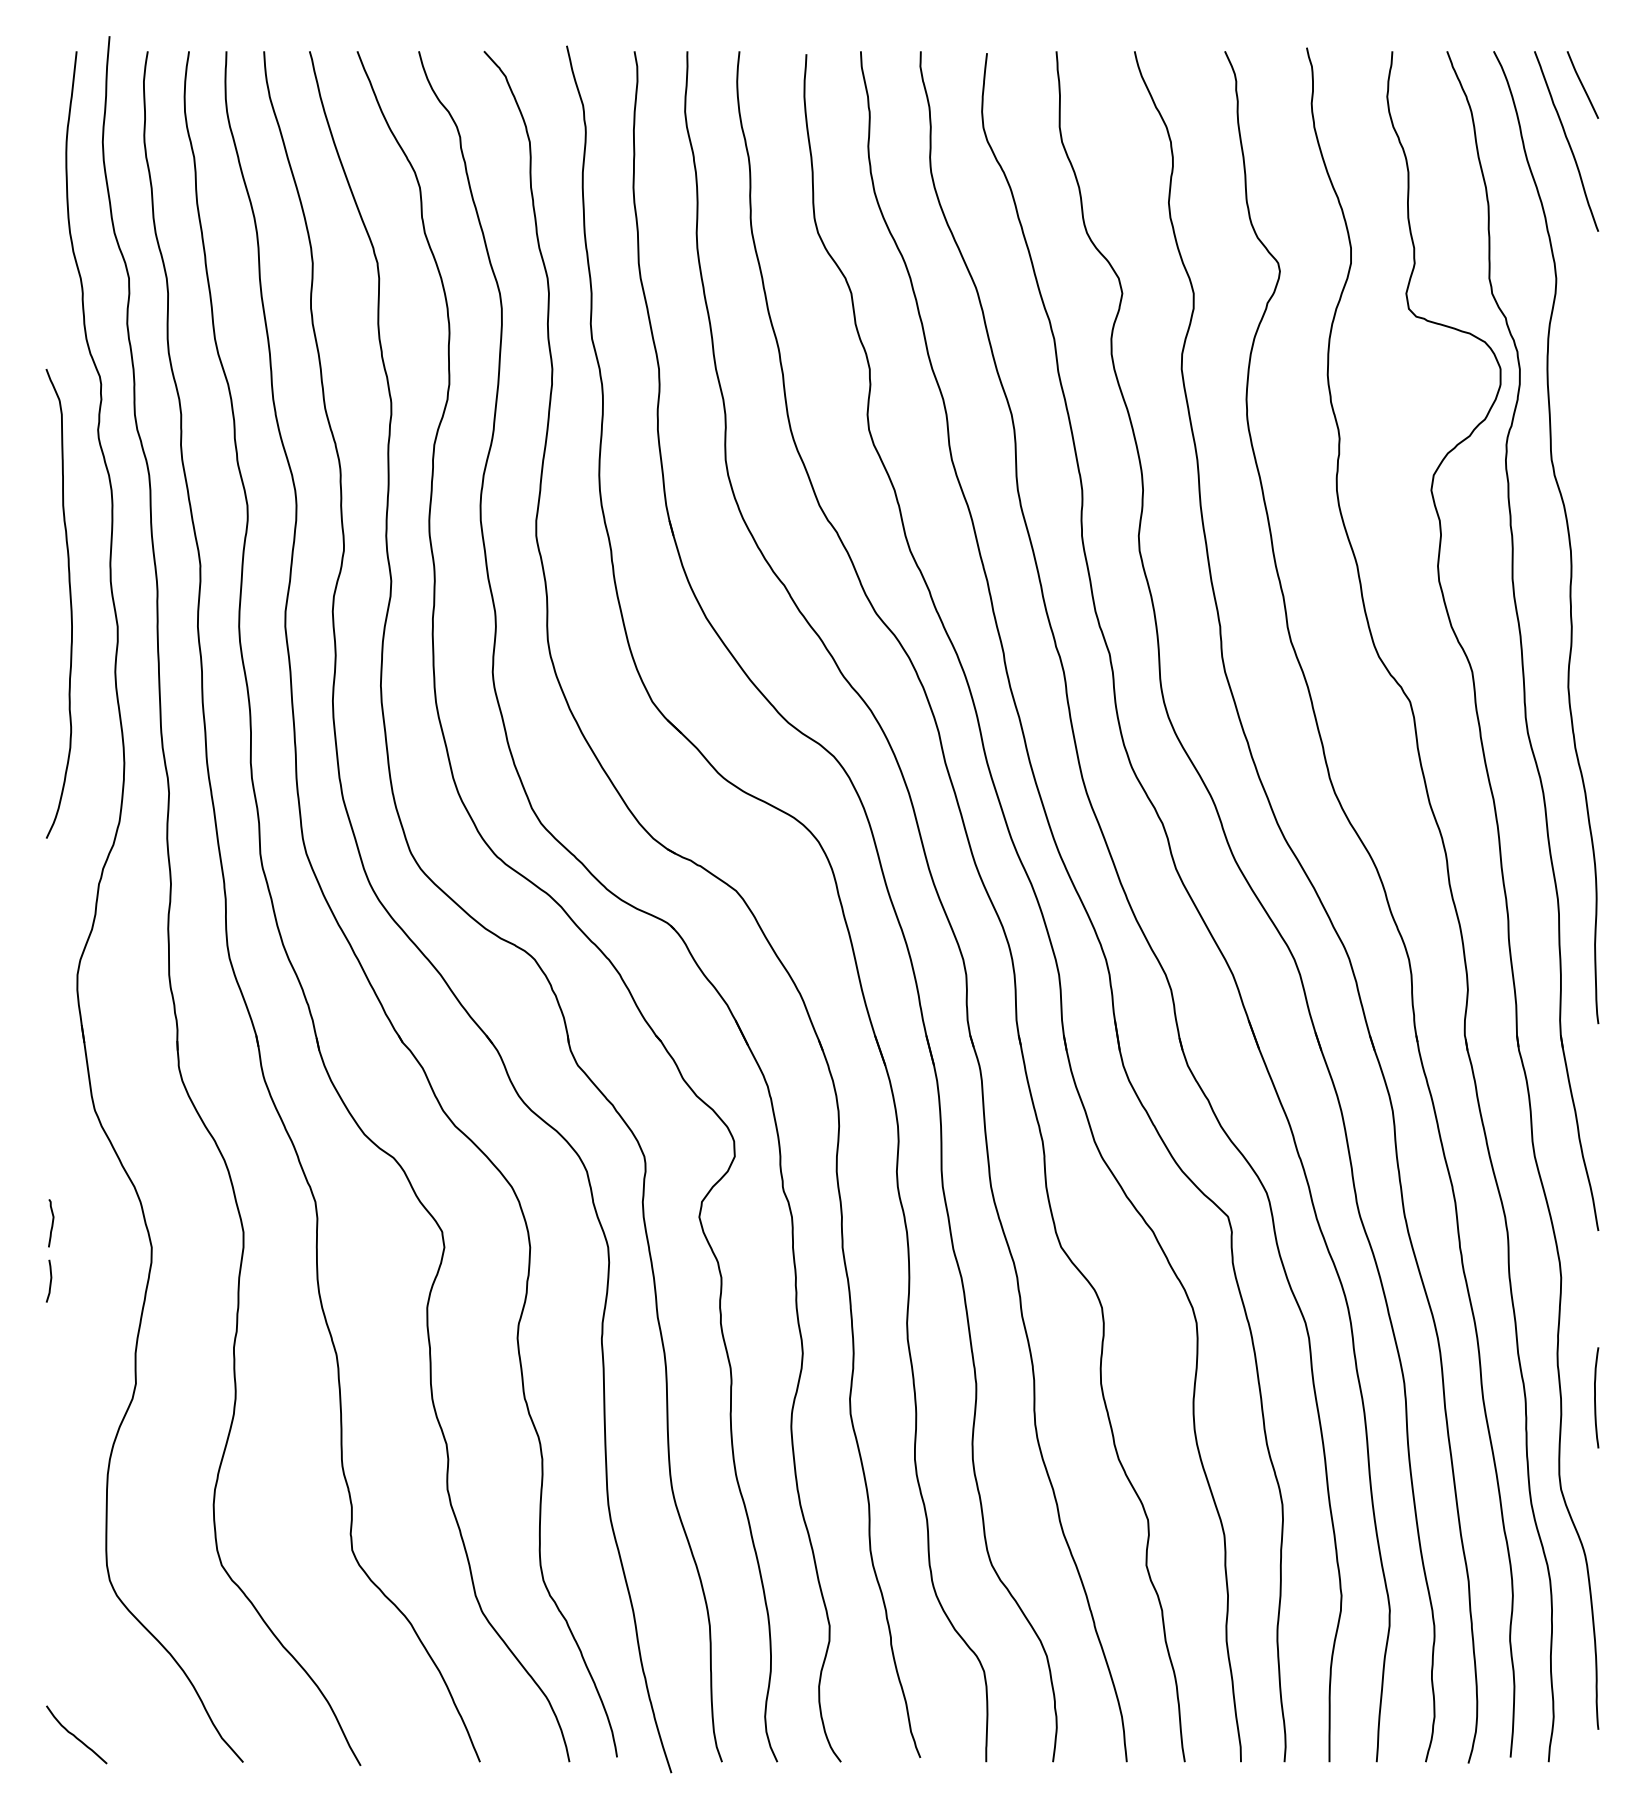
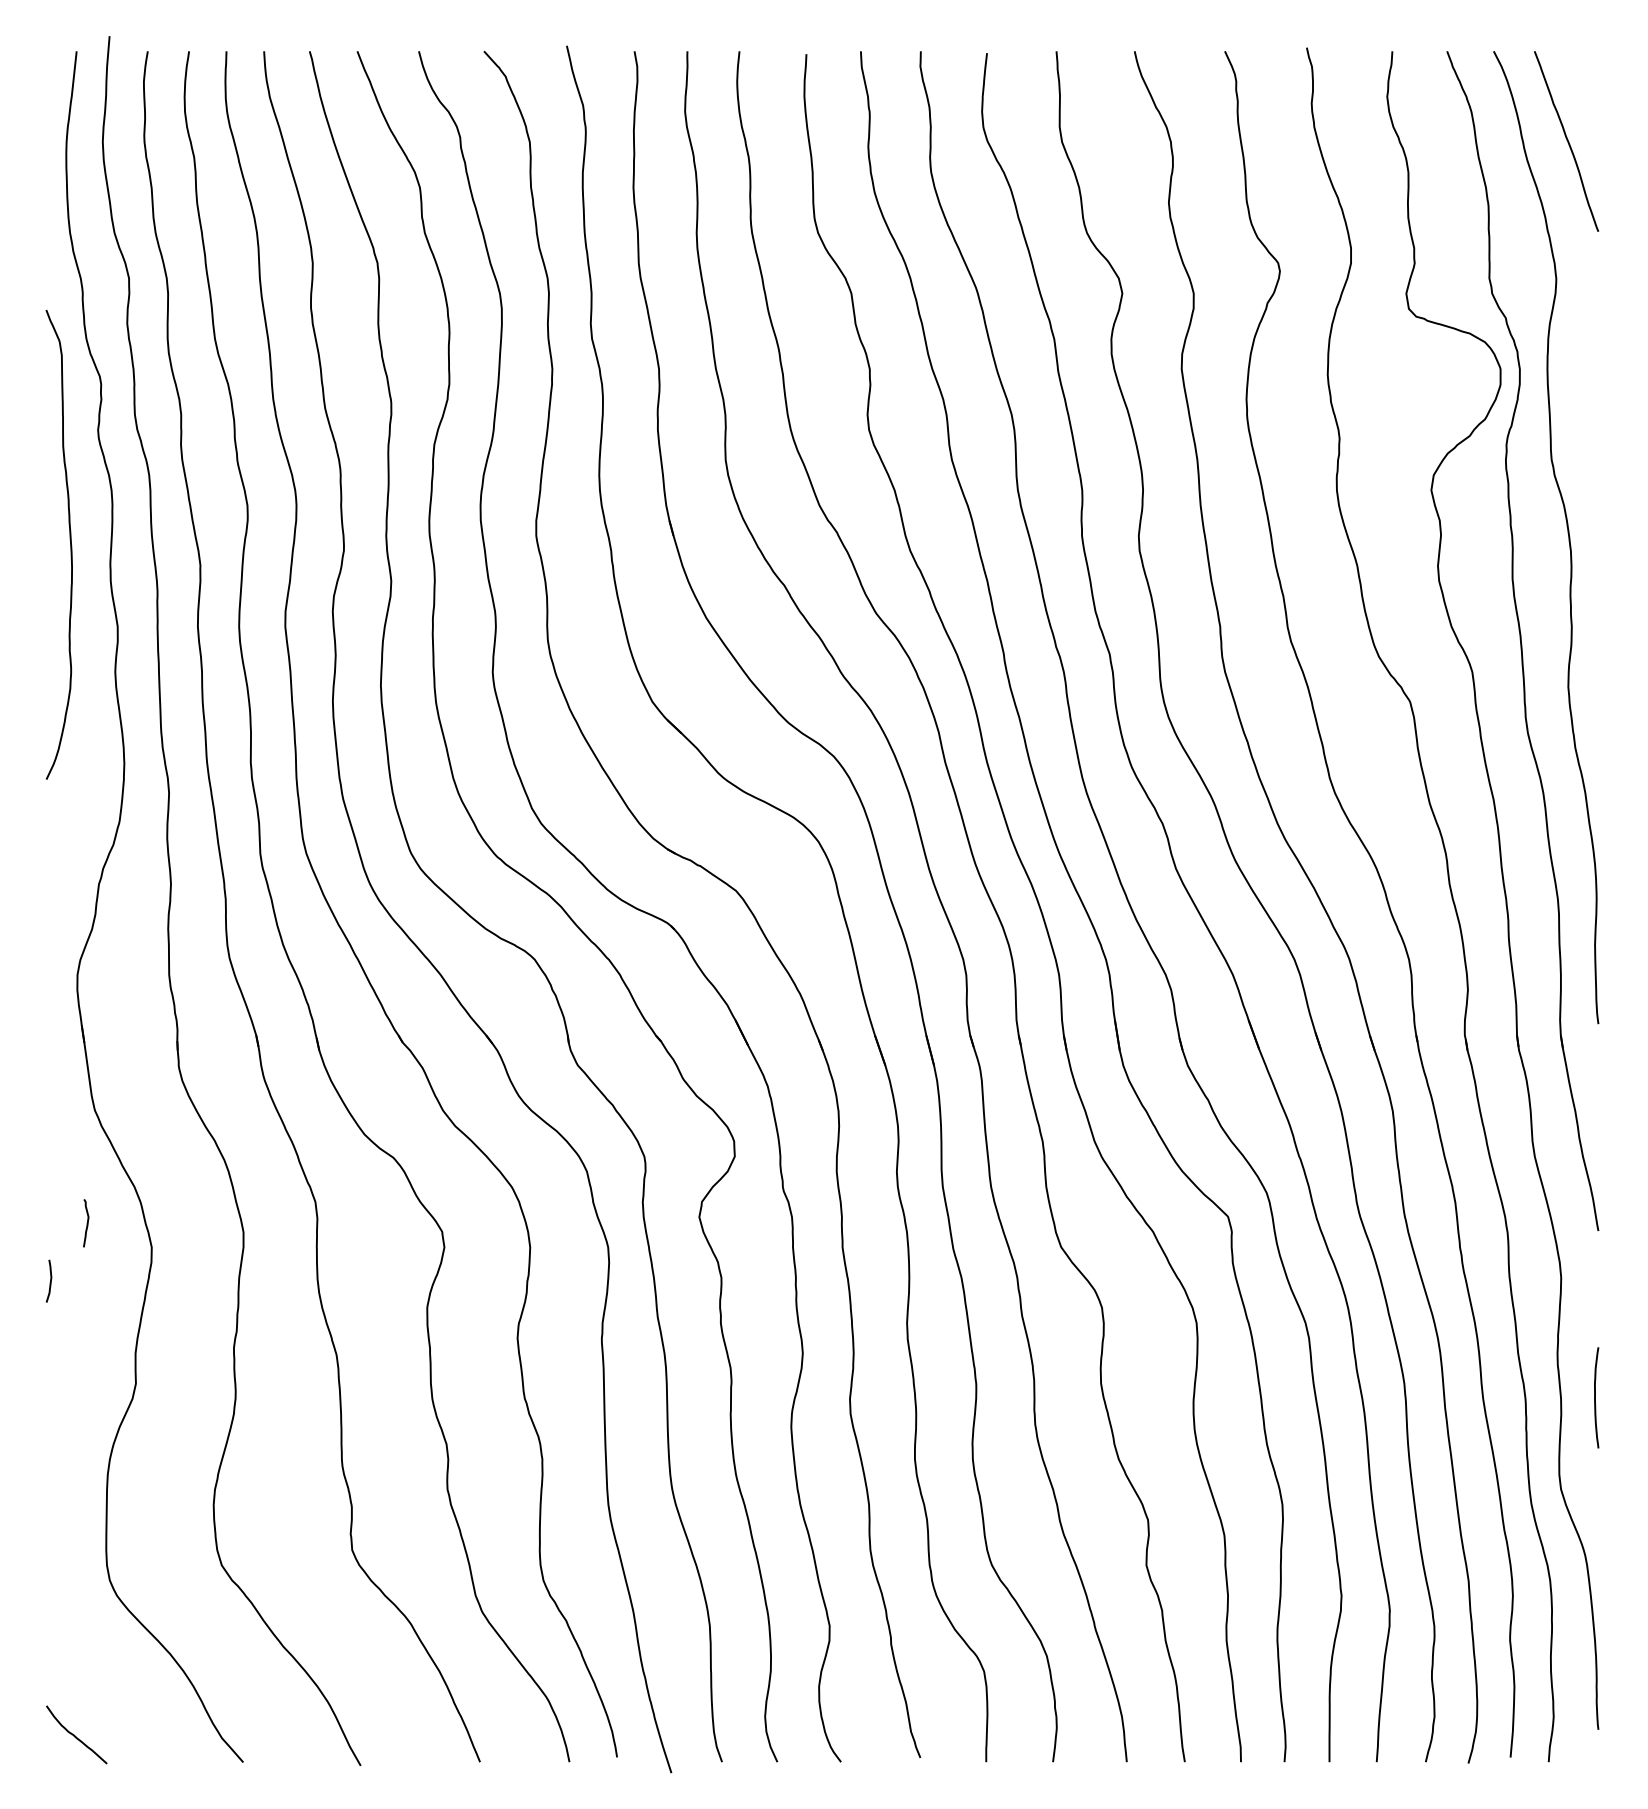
line at (1582, 84): present -> none
curve at (70, 603) position: (70, 603) -> (70, 544)
curve at (51, 1223) position: (51, 1223) -> (86, 1223)
